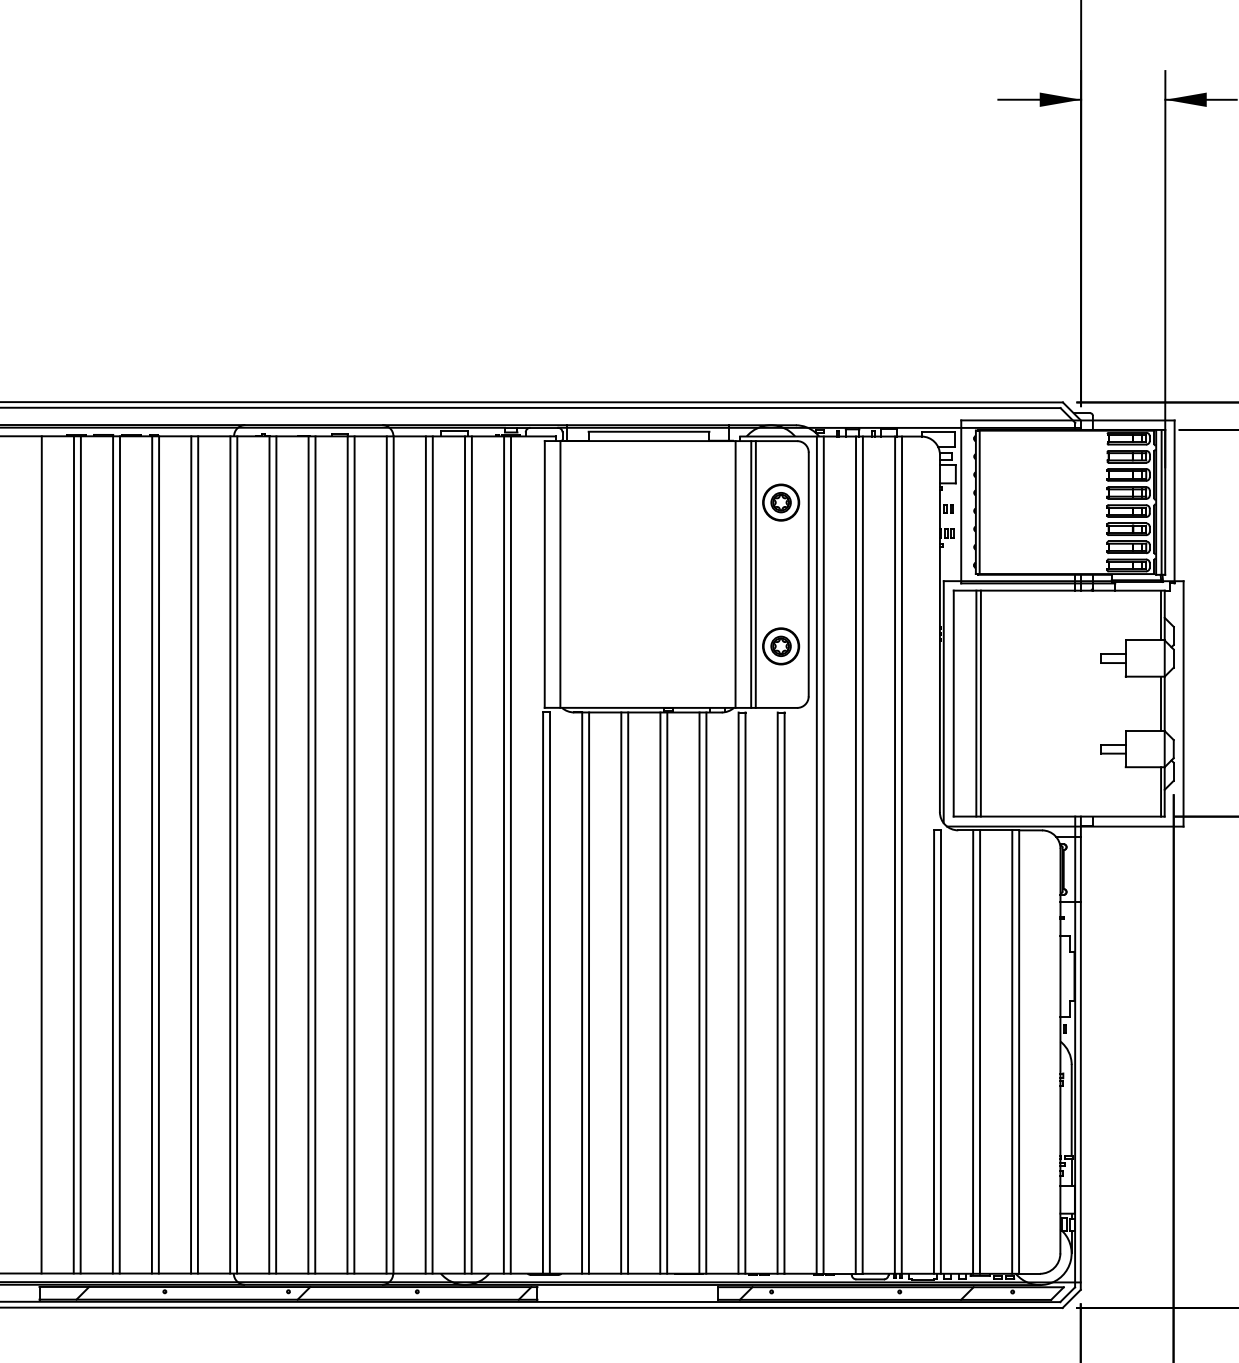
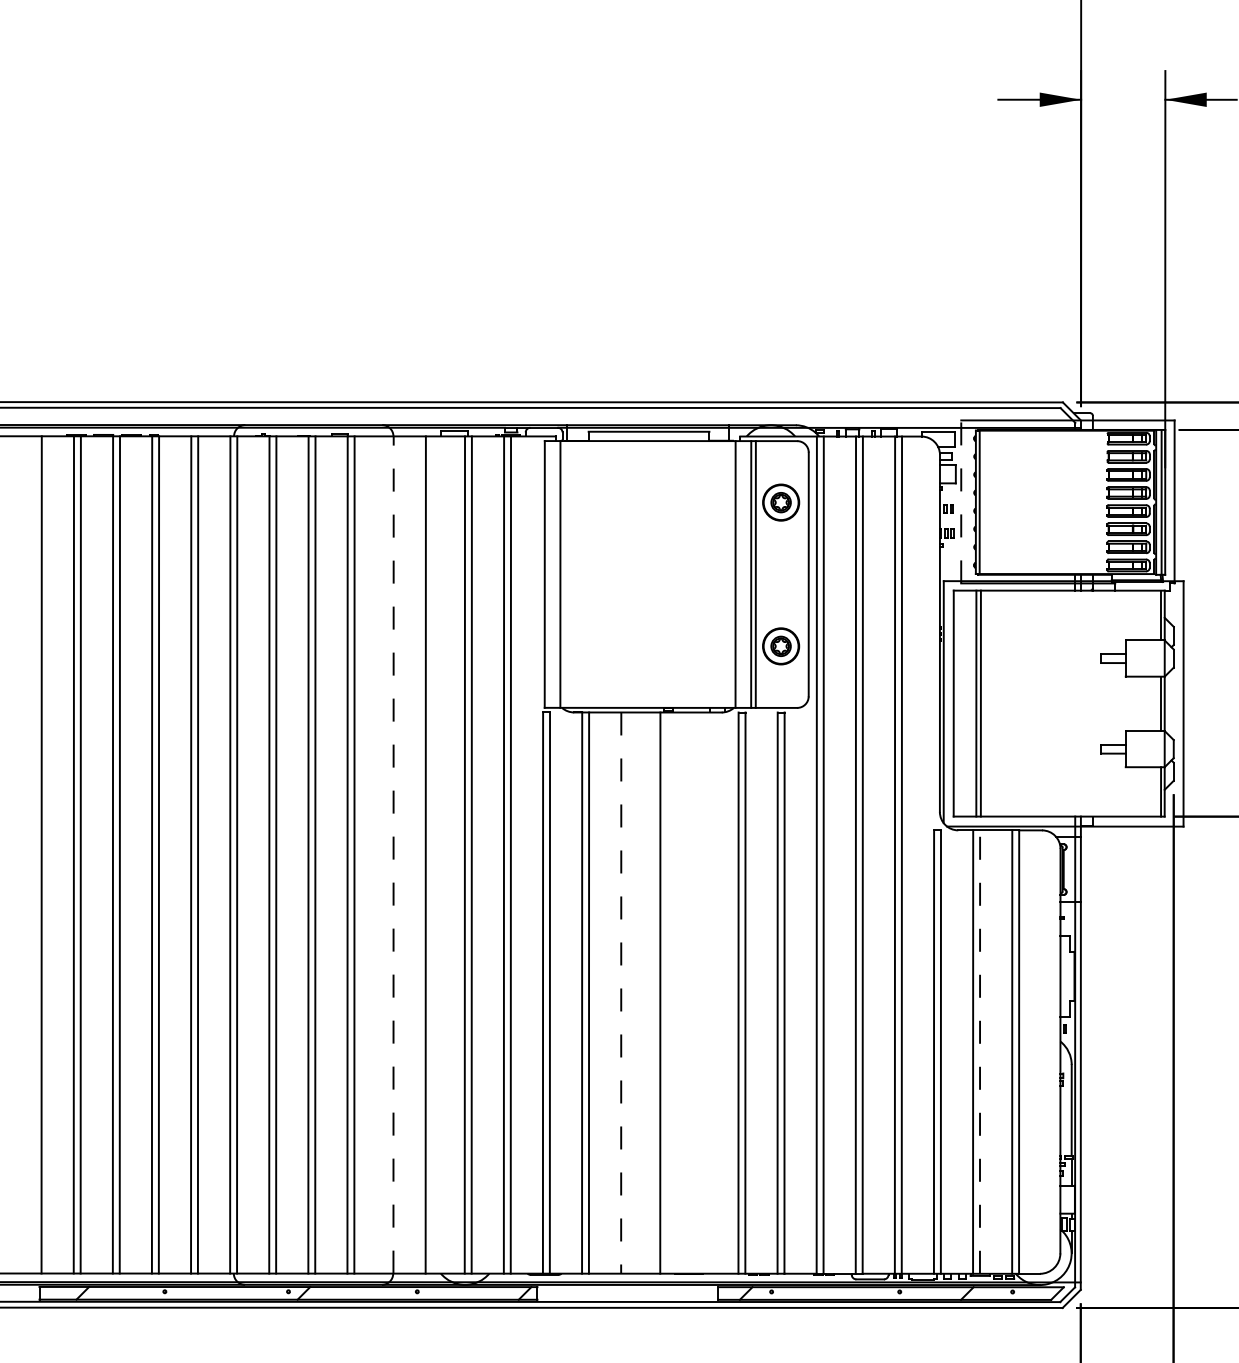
line at (961, 501): solid -> dashed
line at (386, 854): present -> none
line at (432, 854): present -> none
line at (393, 855): solid -> dashed
line at (628, 992): present -> none
line at (667, 992): present -> none
line at (699, 992): present -> none
line at (706, 992): present -> none
line at (621, 993): solid -> dashed
line at (980, 1052): solid -> dashed
